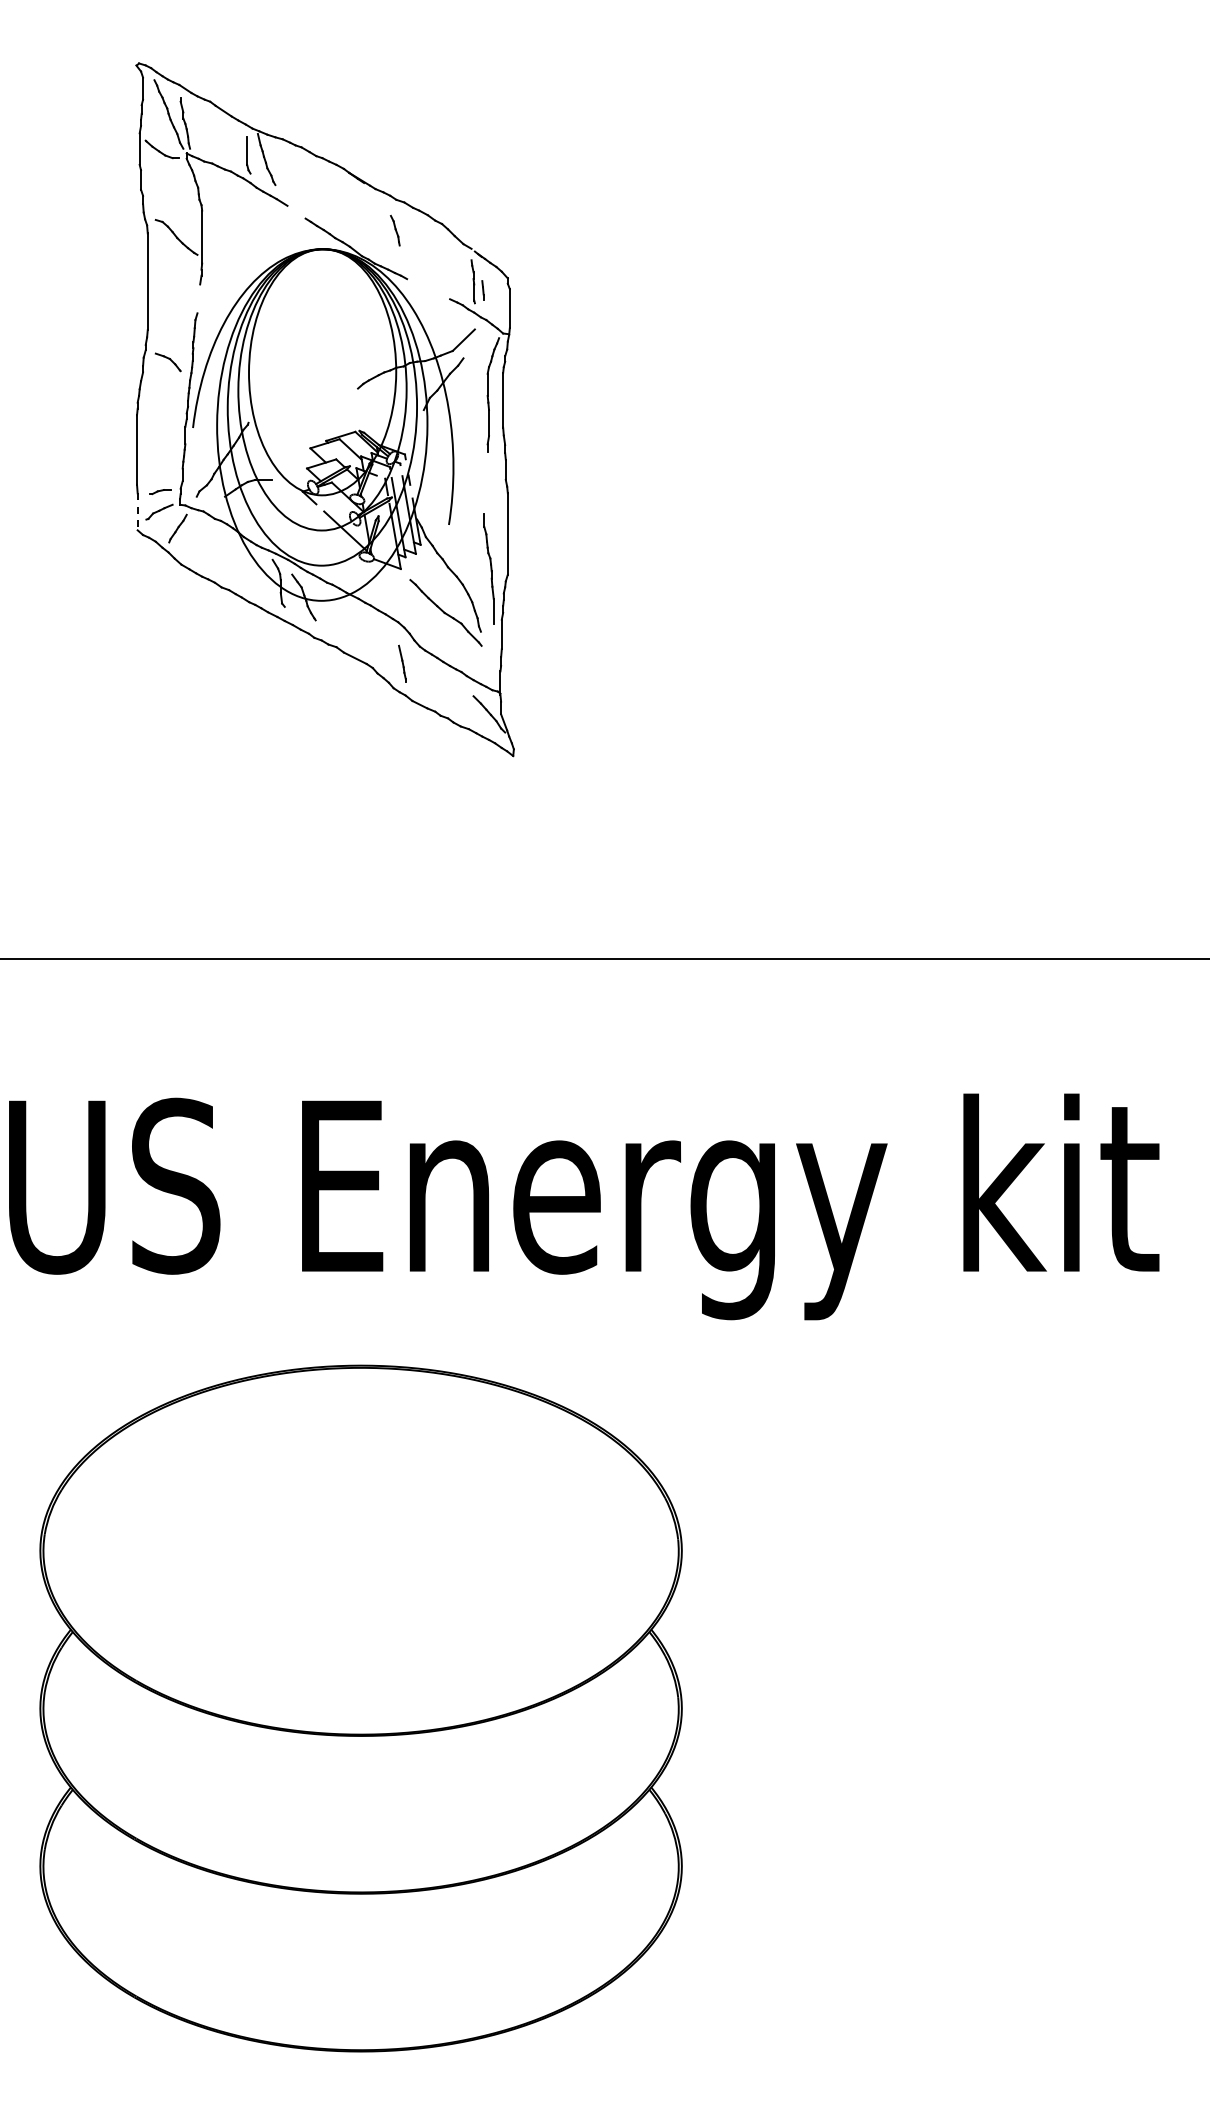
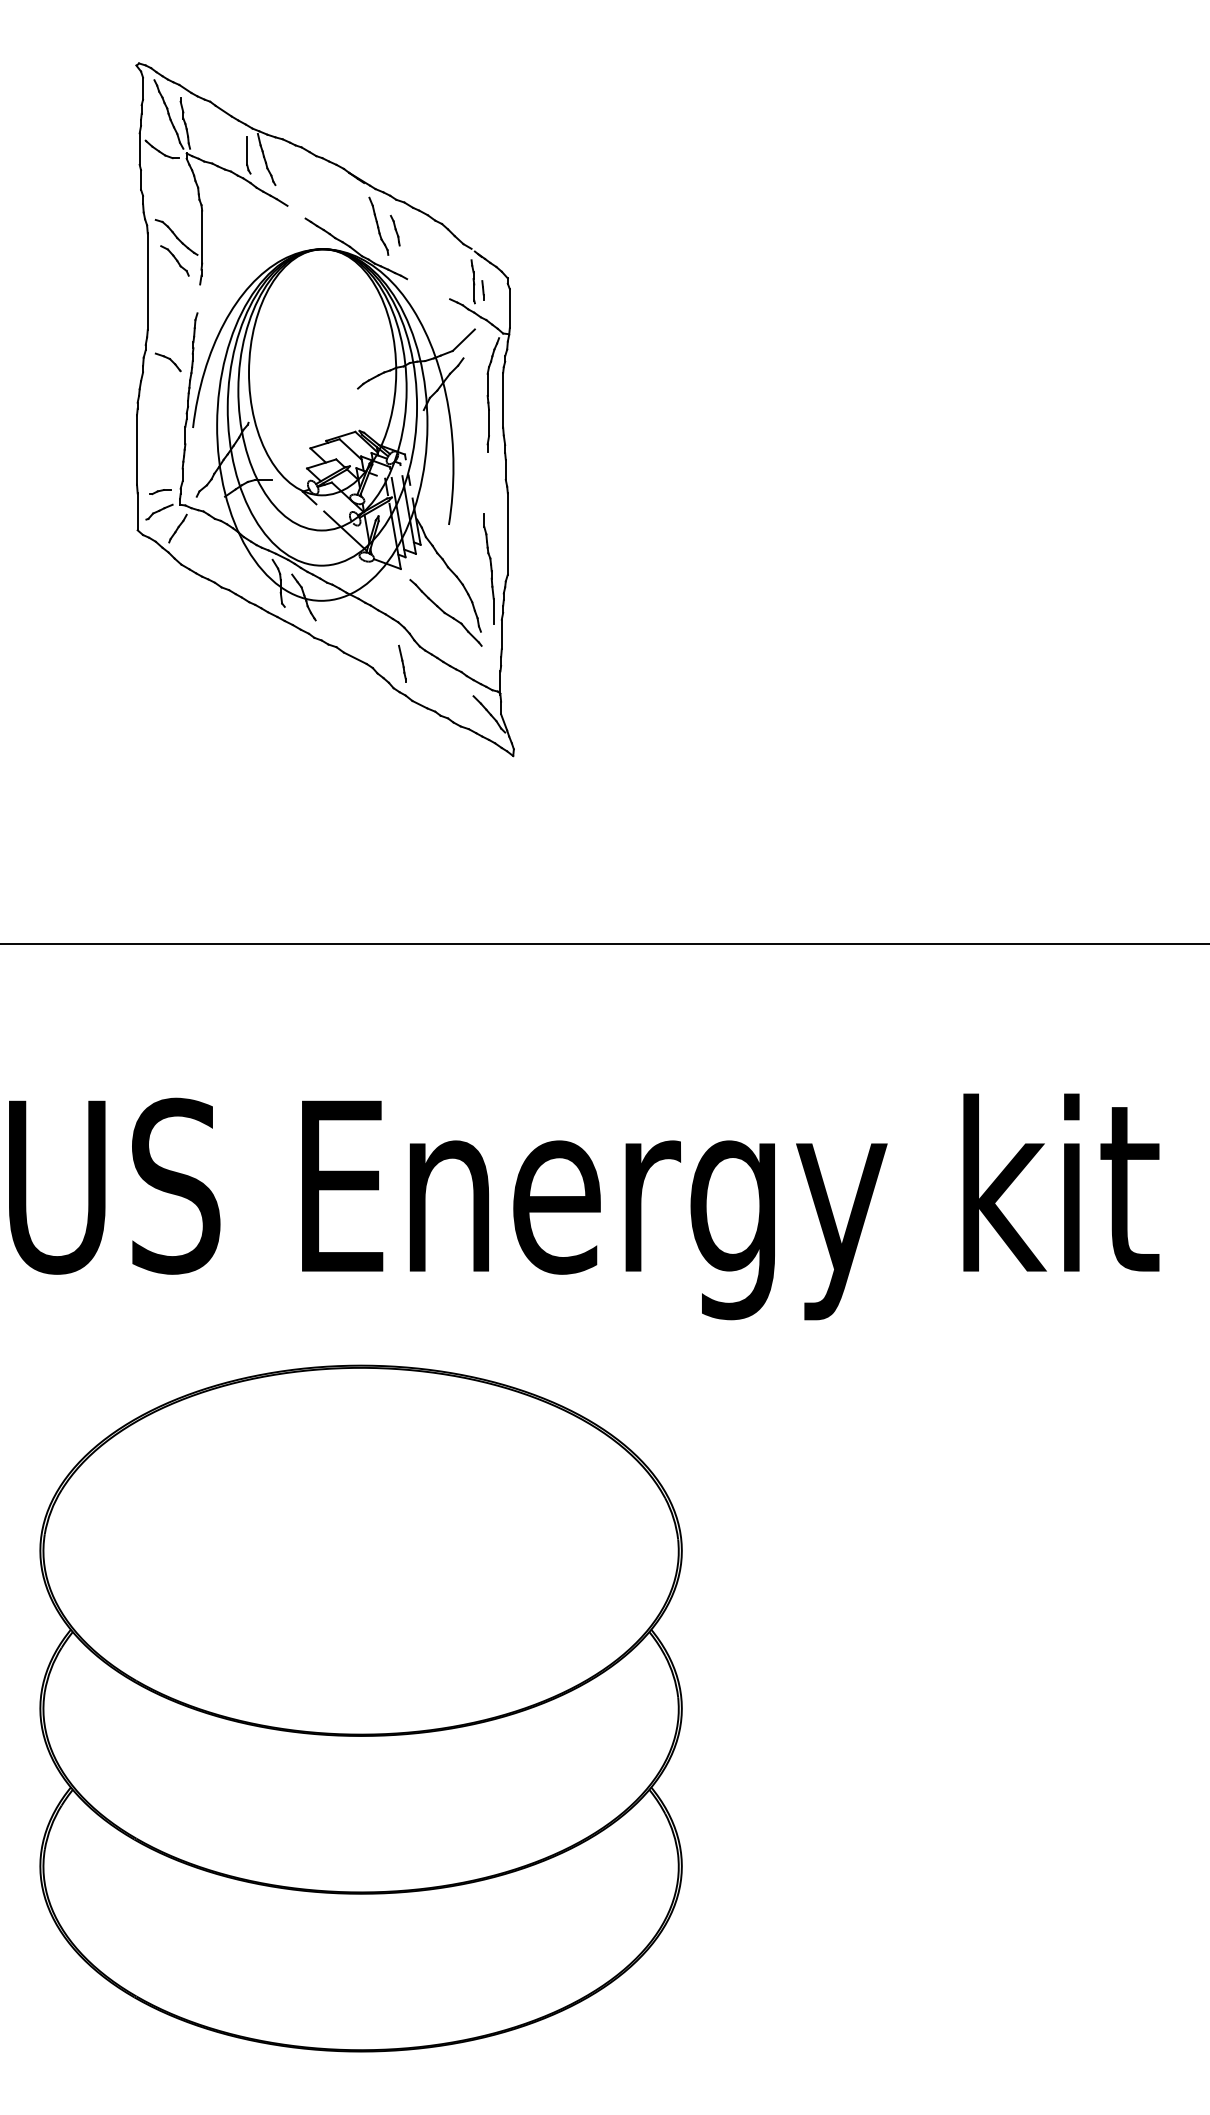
part at (378, 225): none -> present
part at (174, 260): none -> present
line at (137, 512): dashed -> solid
line at (604, 958) position: (604, 958) -> (604, 943)
